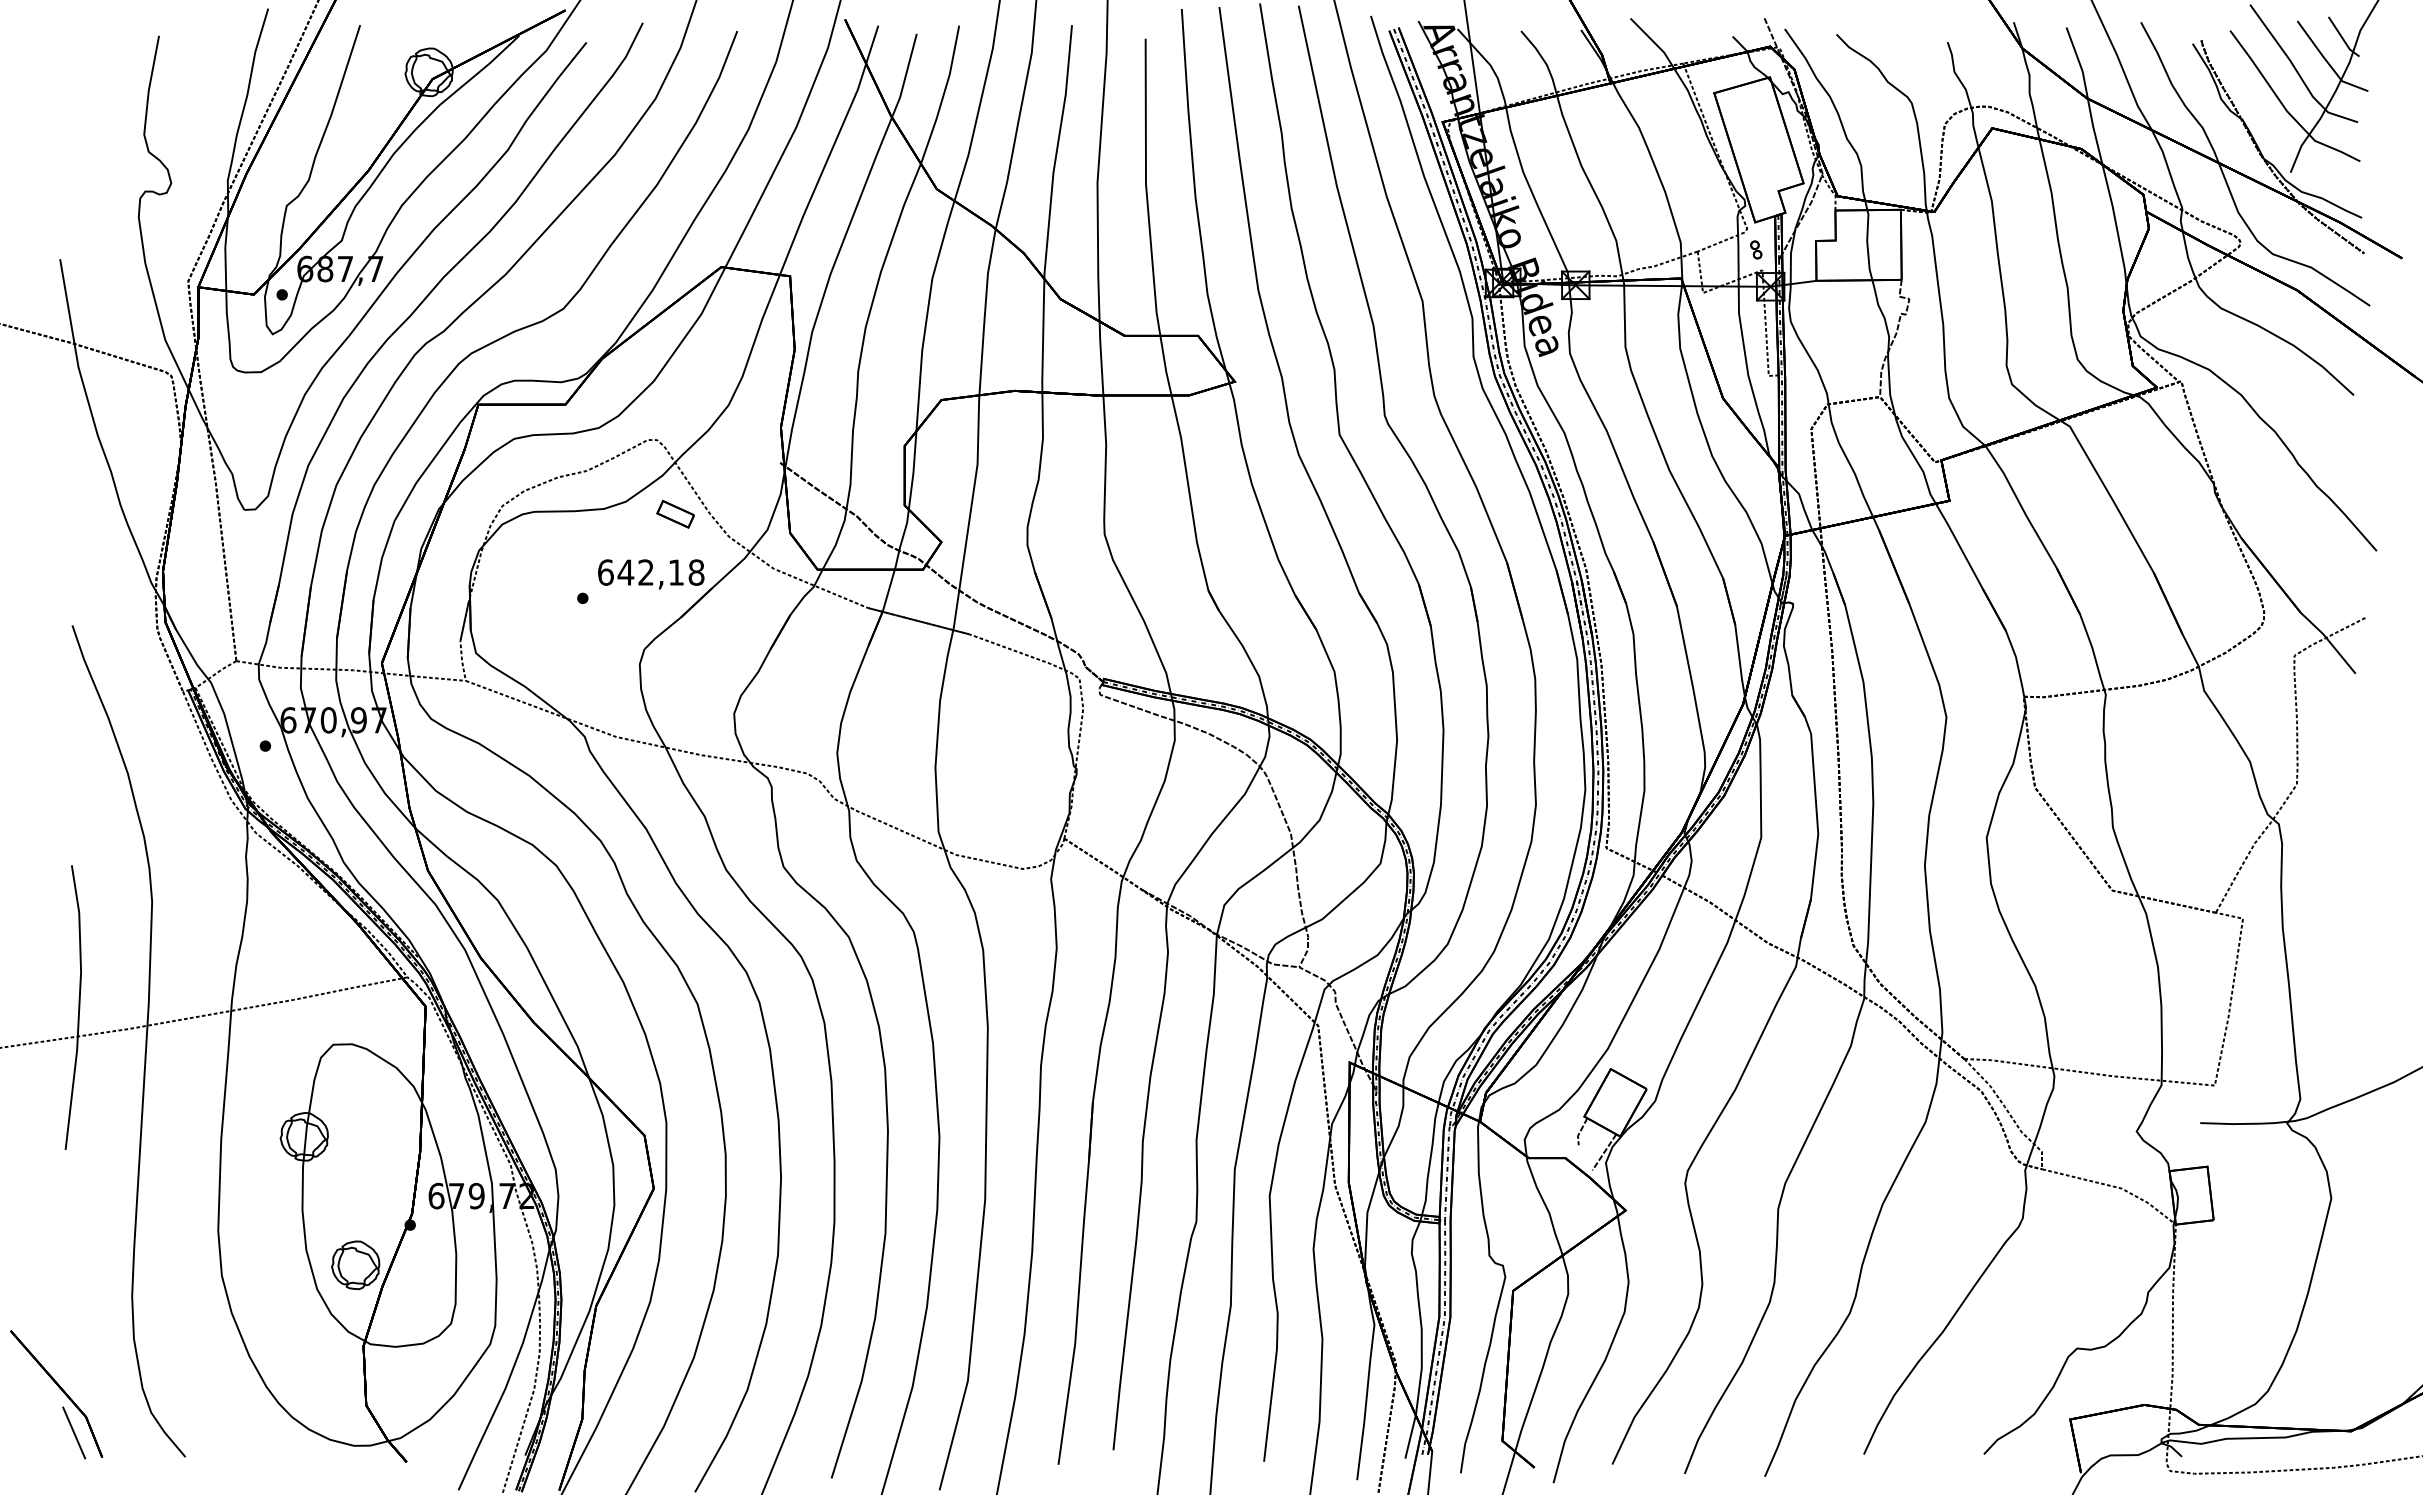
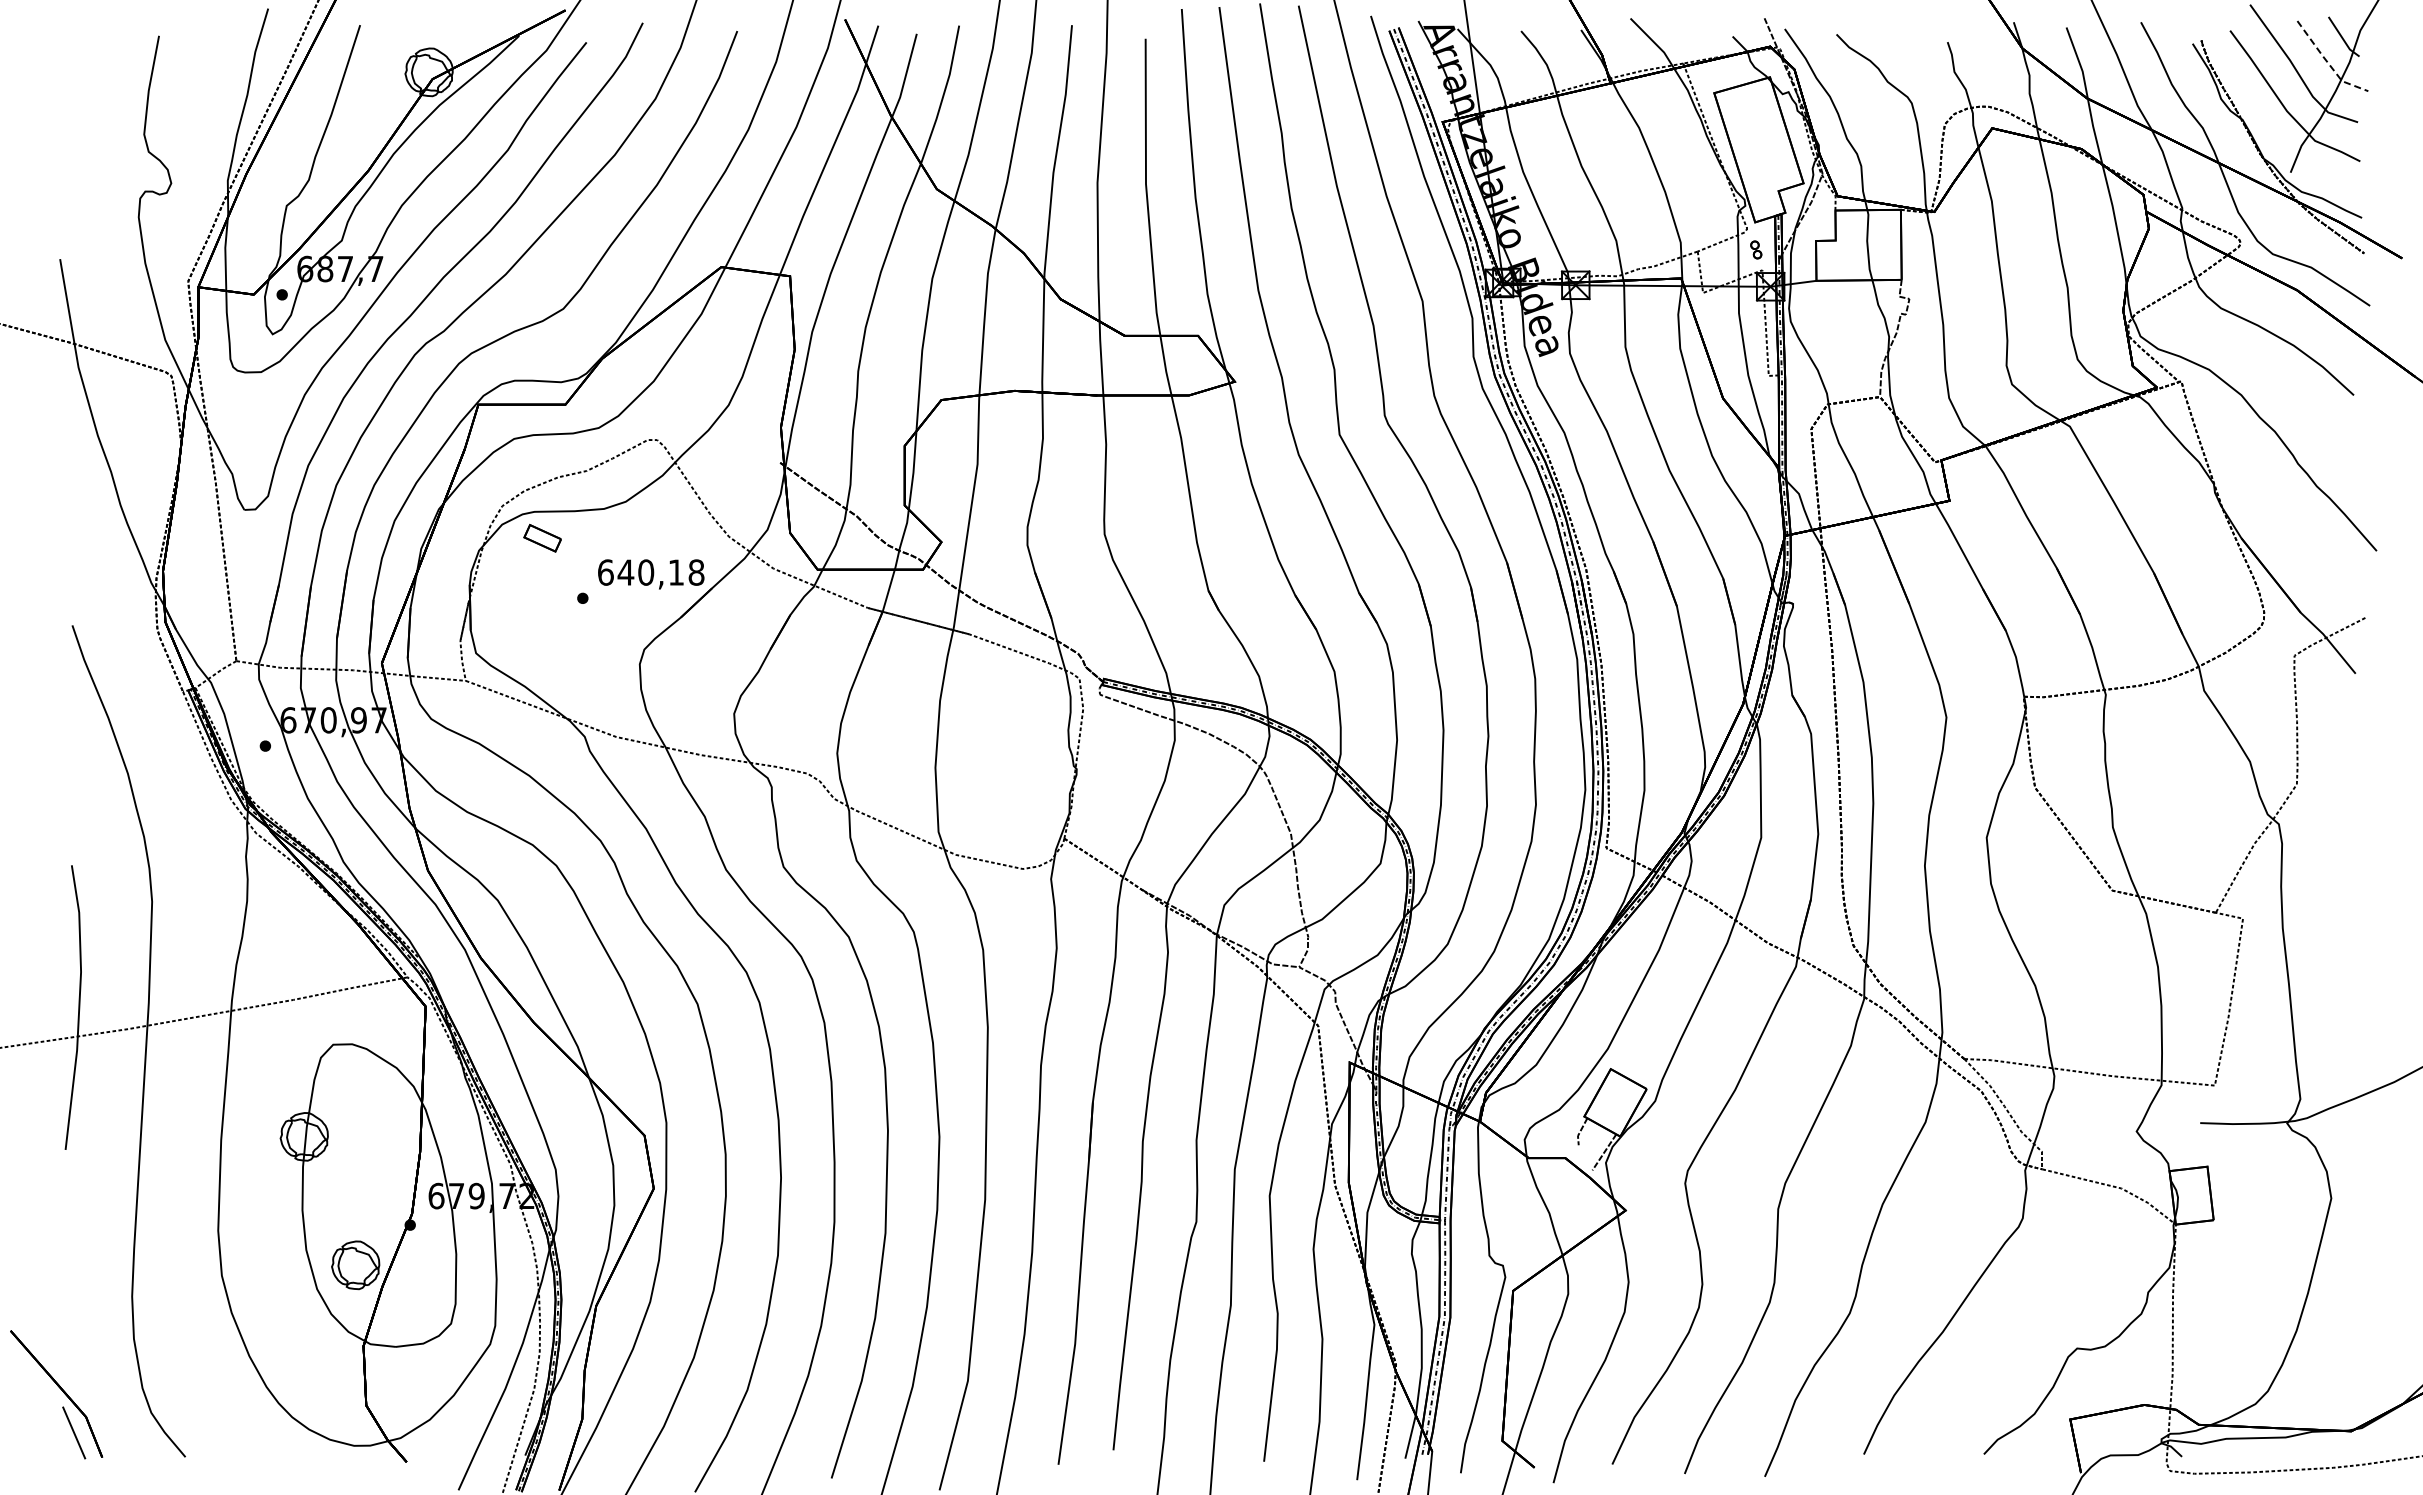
line at (2327, 62): solid -> dashed
part at (675, 513) position: (675, 513) -> (542, 537)
text at (646, 572): 642,18 -> 640,18
